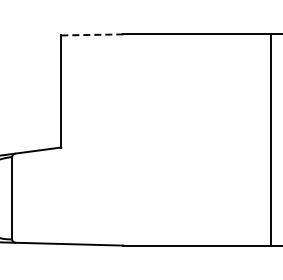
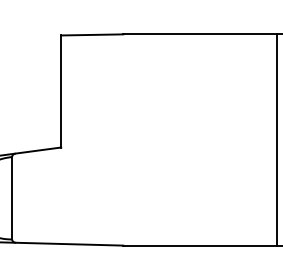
line at (91, 34): dashed -> solid
line at (270, 139) position: (270, 139) -> (276, 139)
